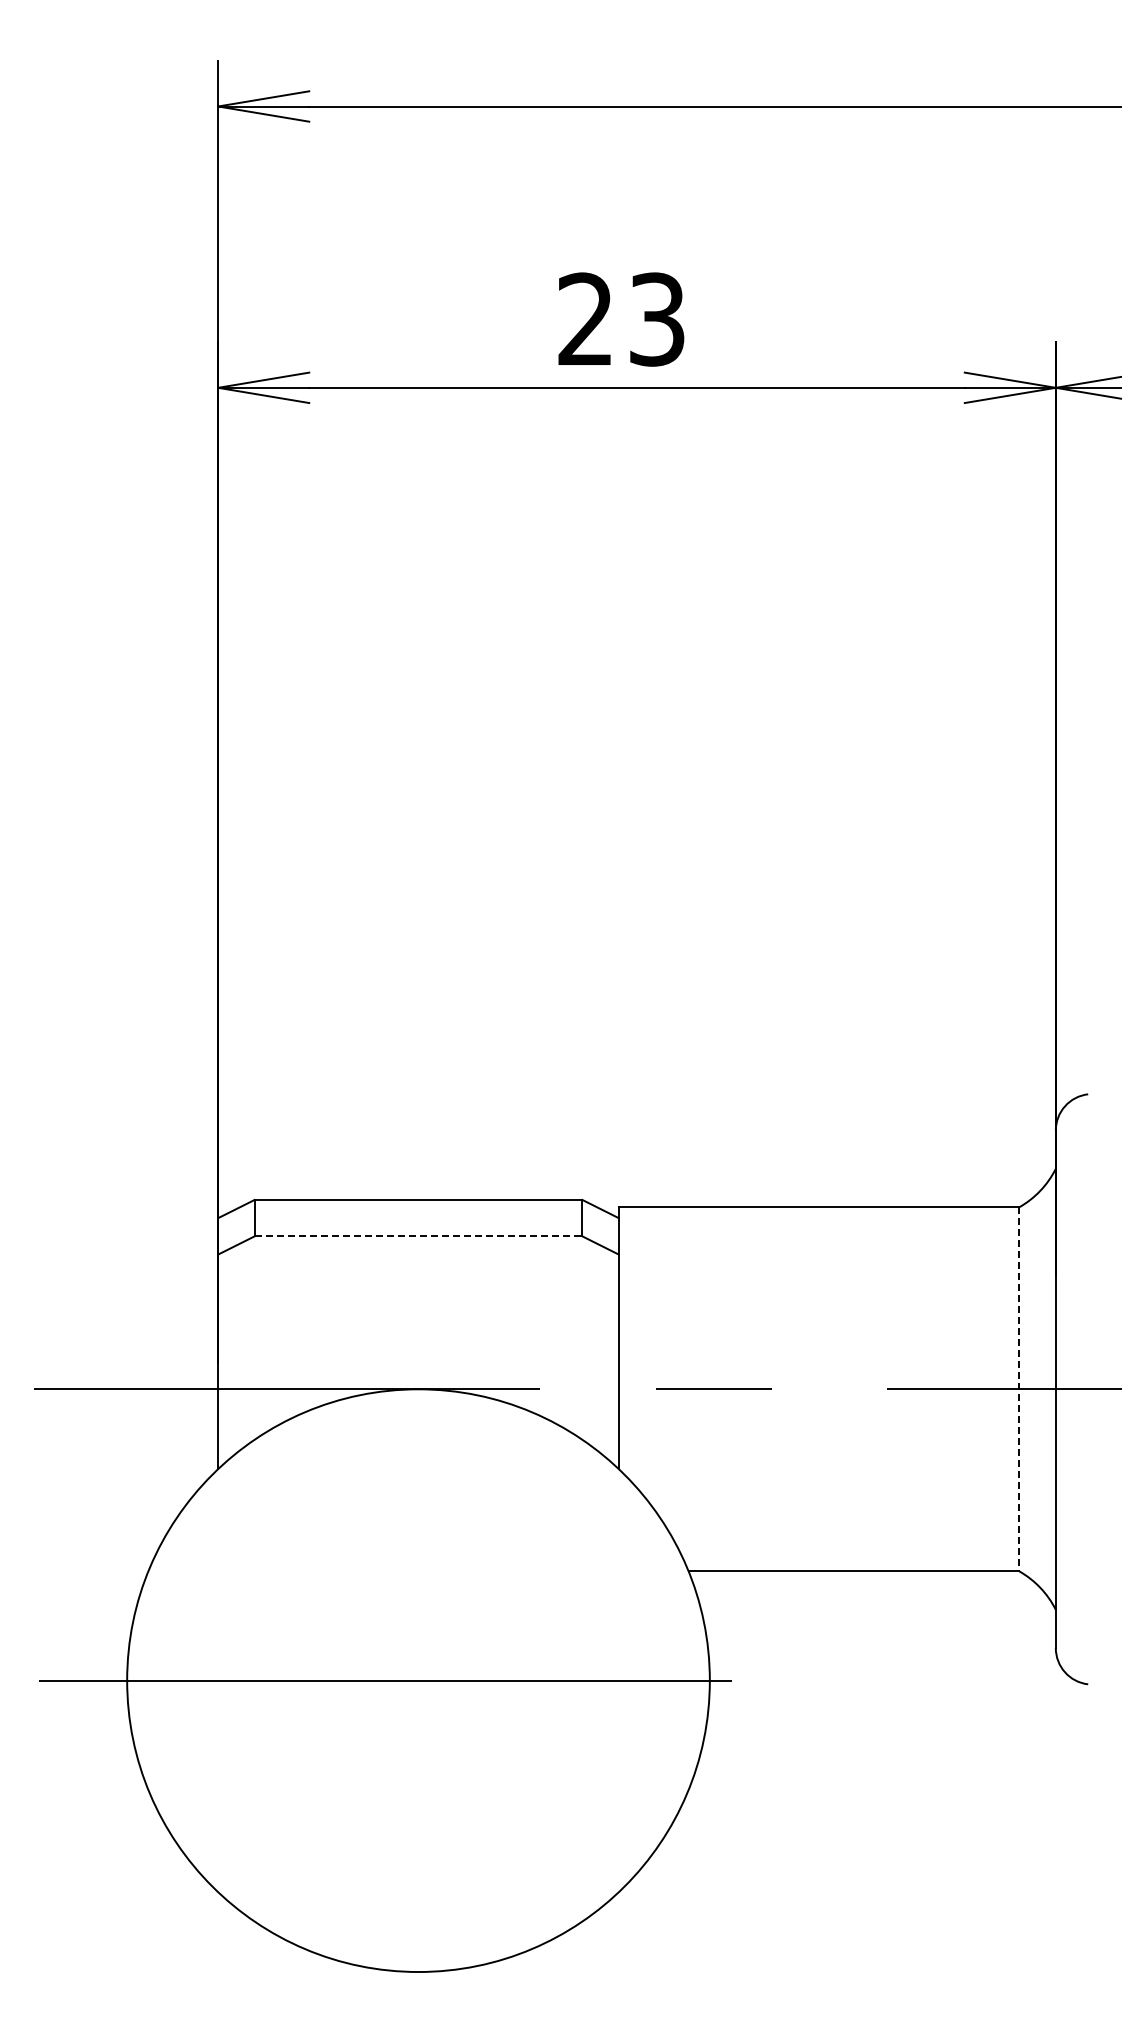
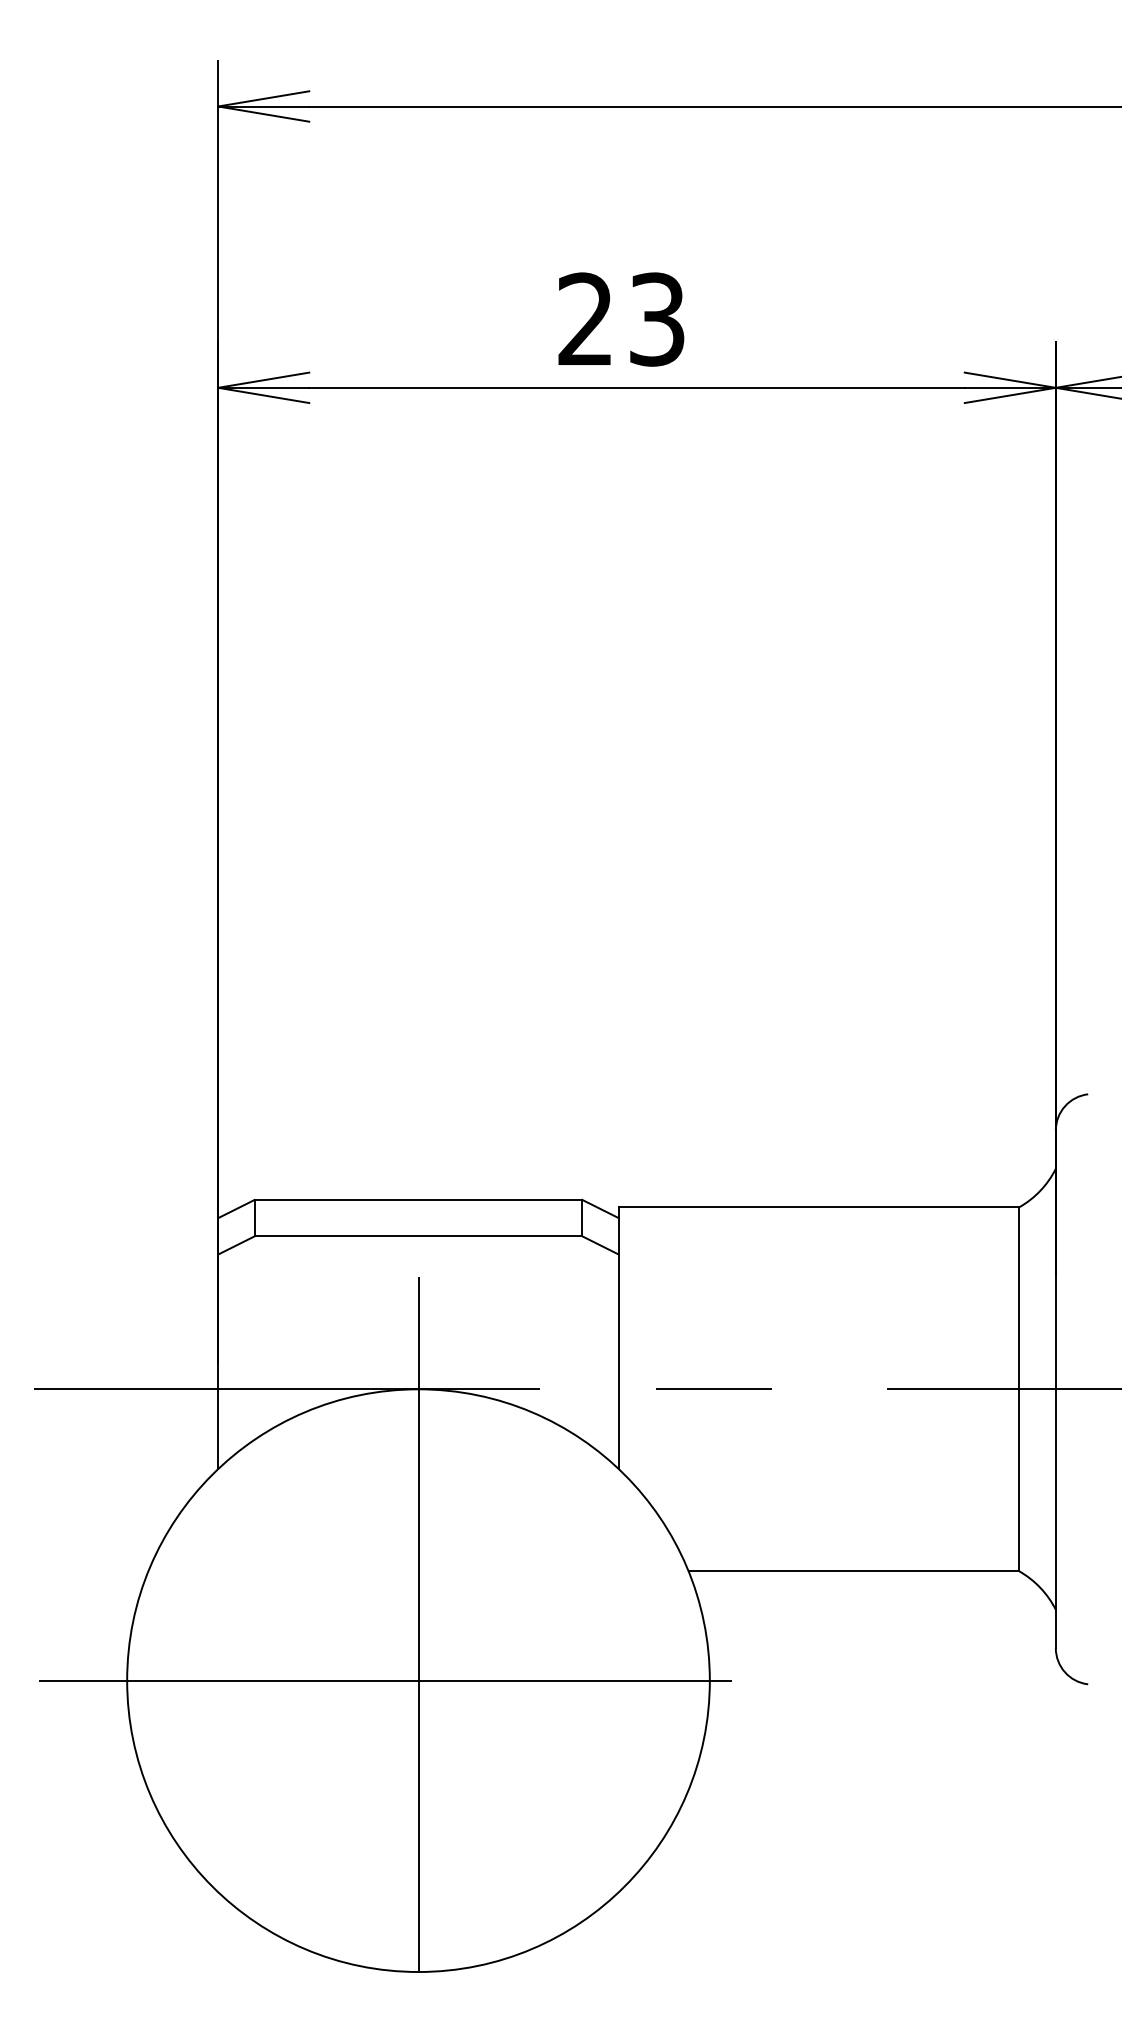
line at (418, 1236): dashed -> solid
line at (1019, 1389): dashed -> solid
line at (418, 1652): none -> present
